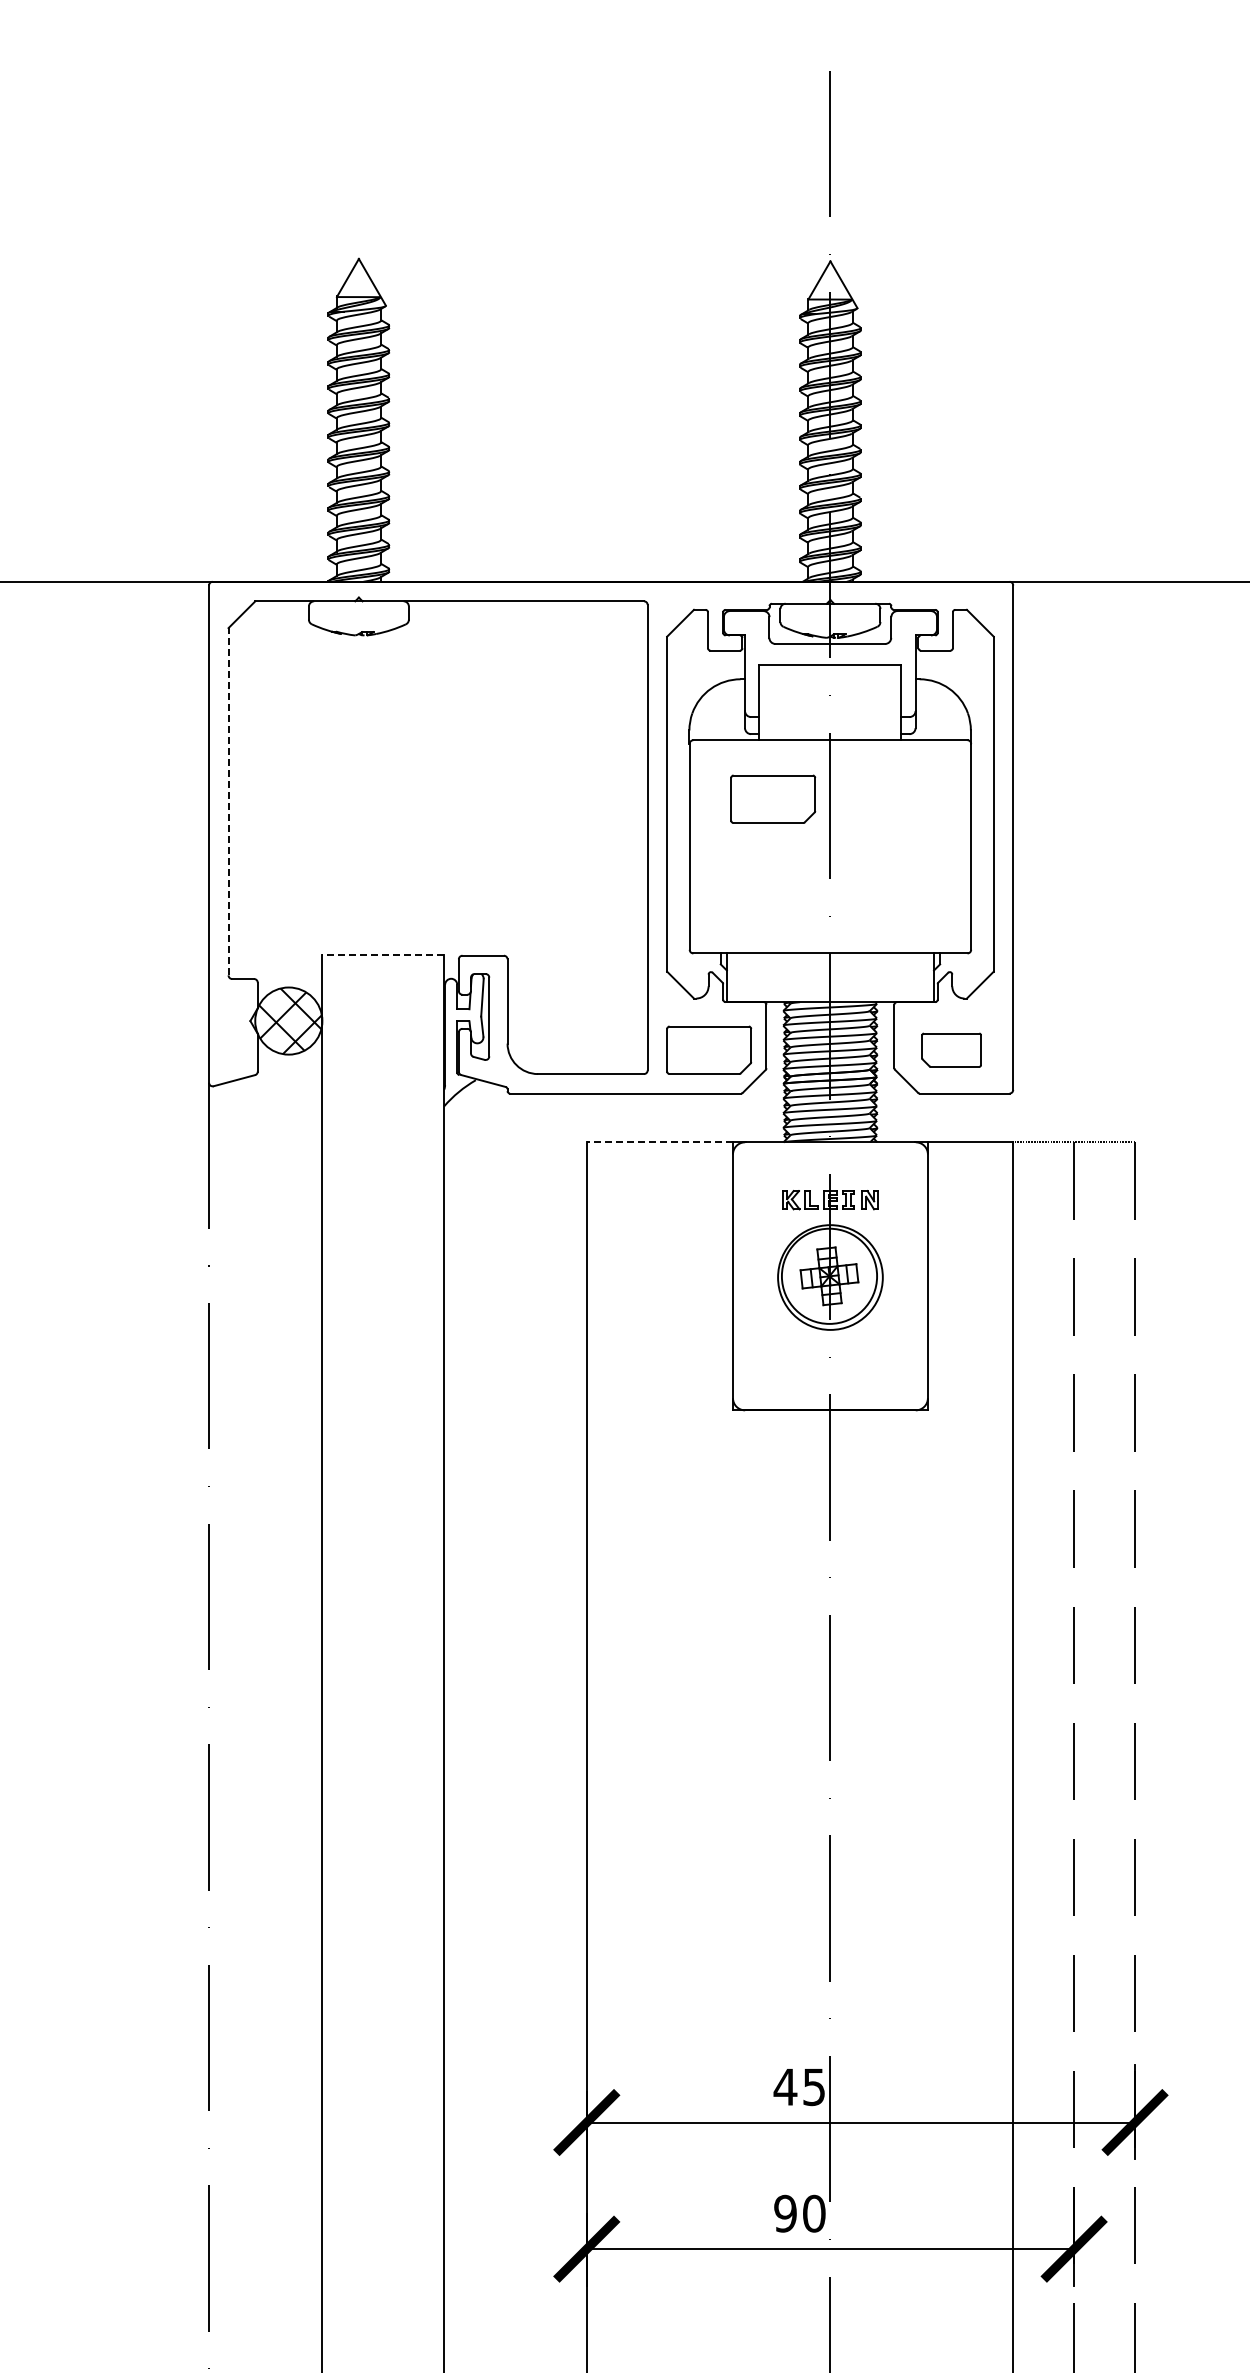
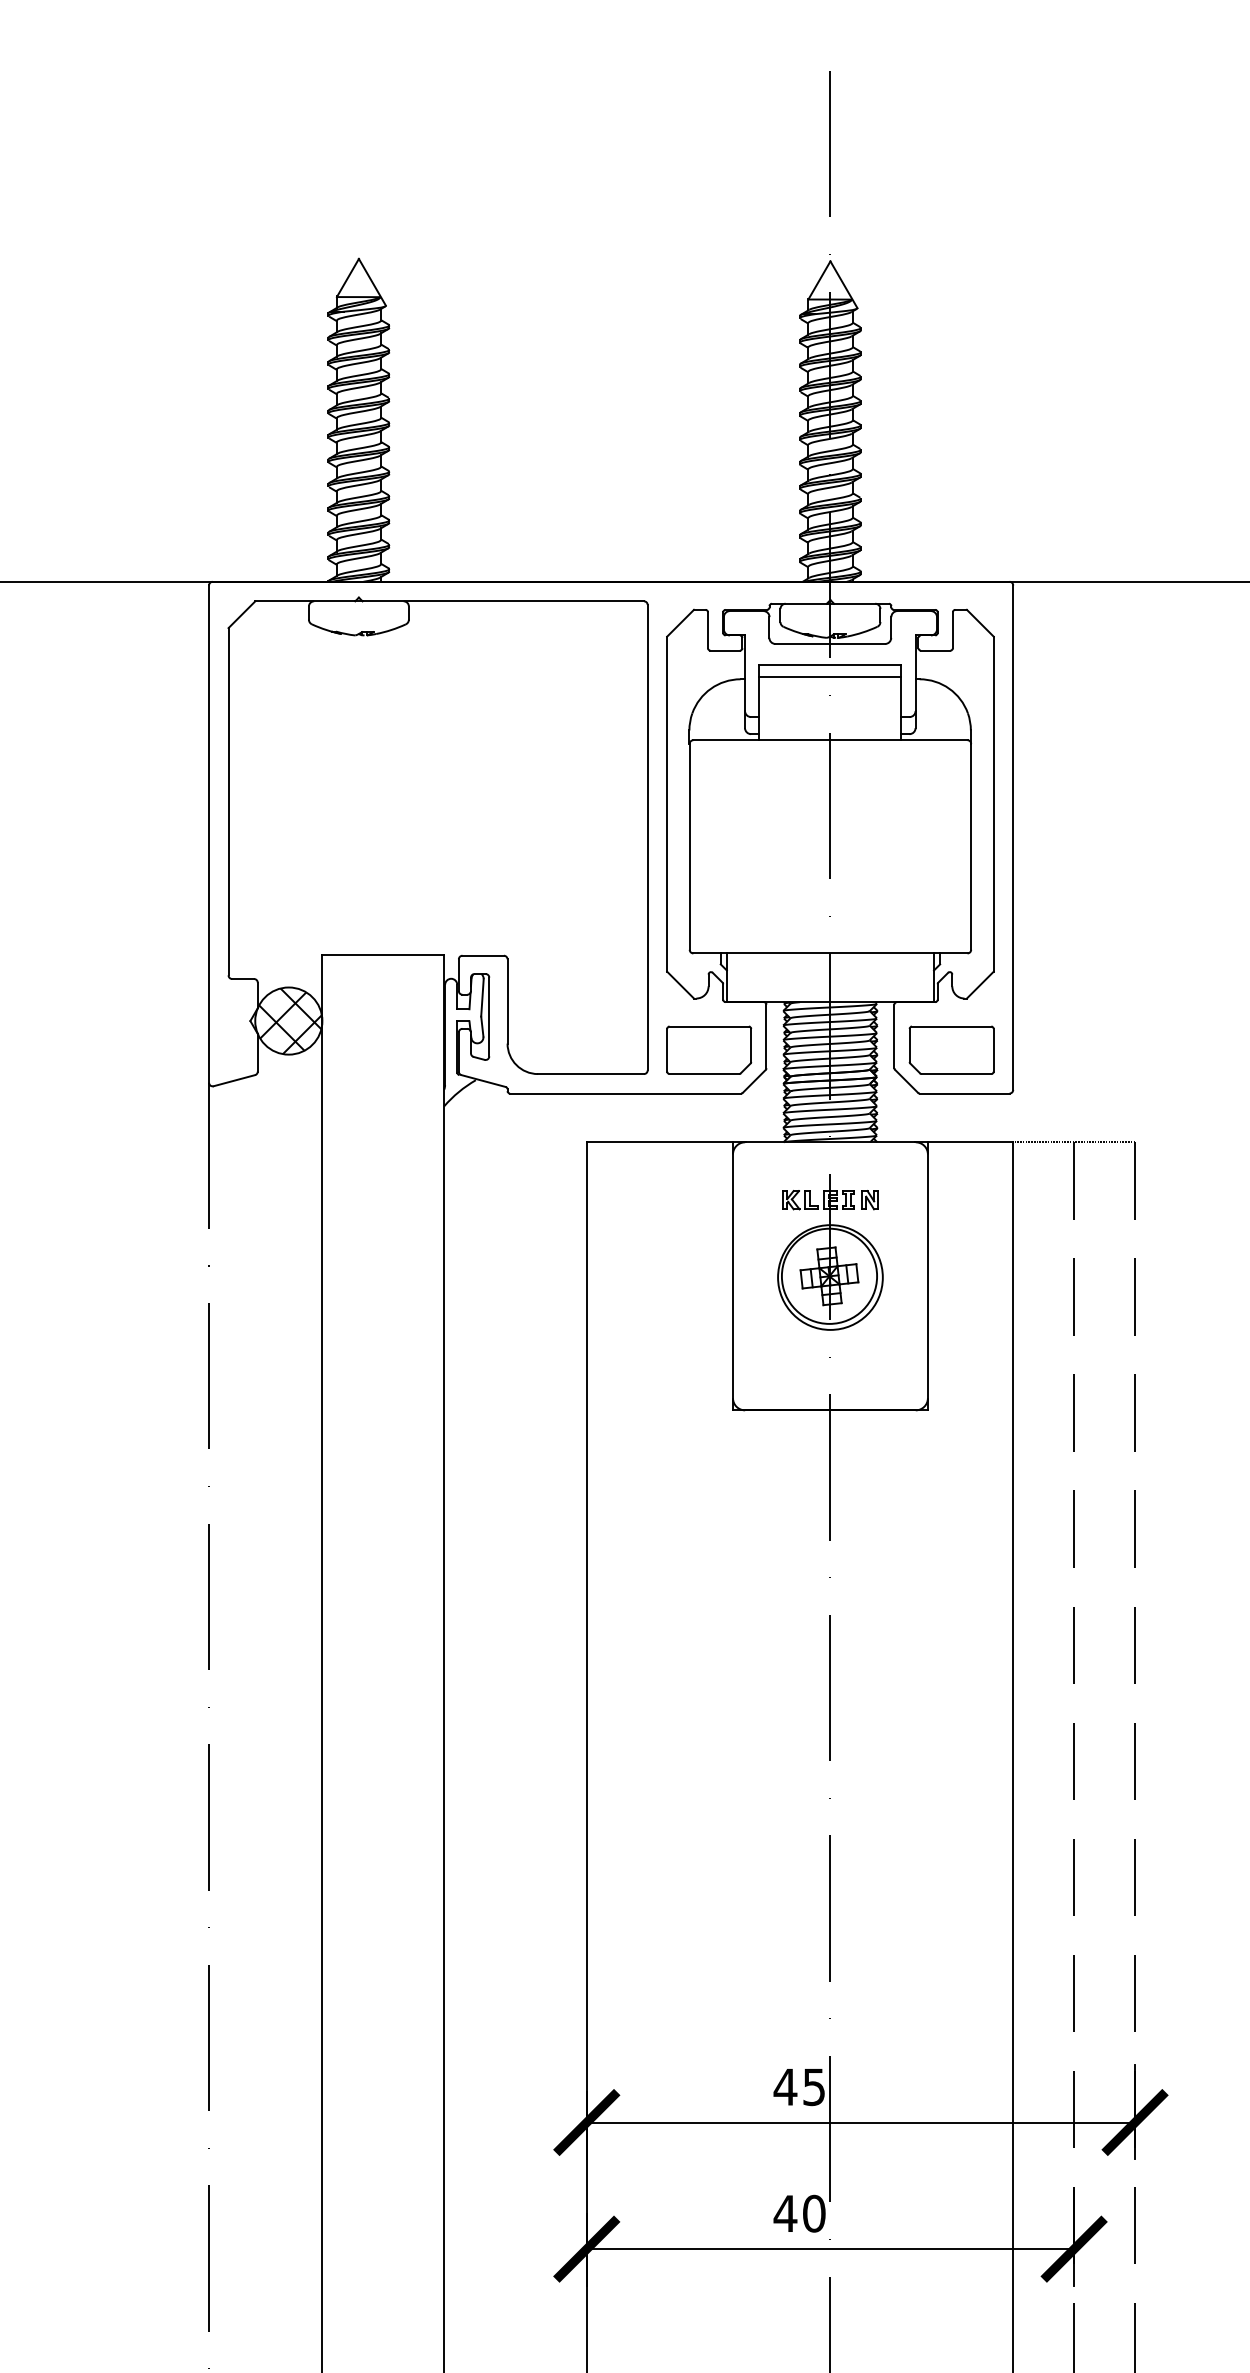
line at (829, 676): none -> present
part at (773, 798): present -> none
line at (228, 801): dashed -> solid
line at (383, 954): dashed -> solid
part at (951, 1049) size: 61x36 px -> 87x50 px
line at (659, 1142): dashed -> solid
text at (785, 2213): 90 -> 40
